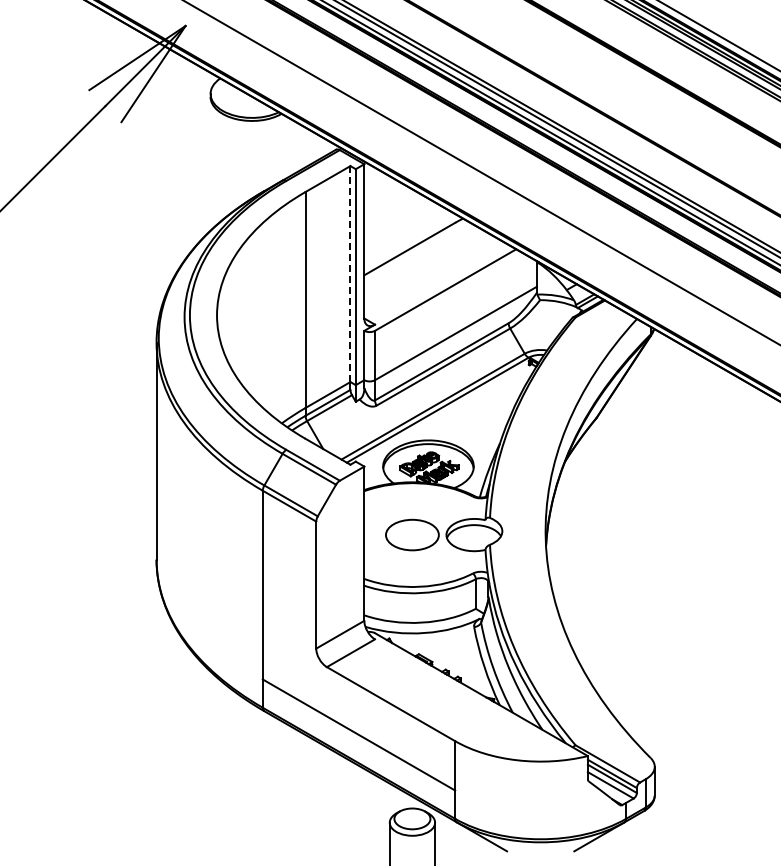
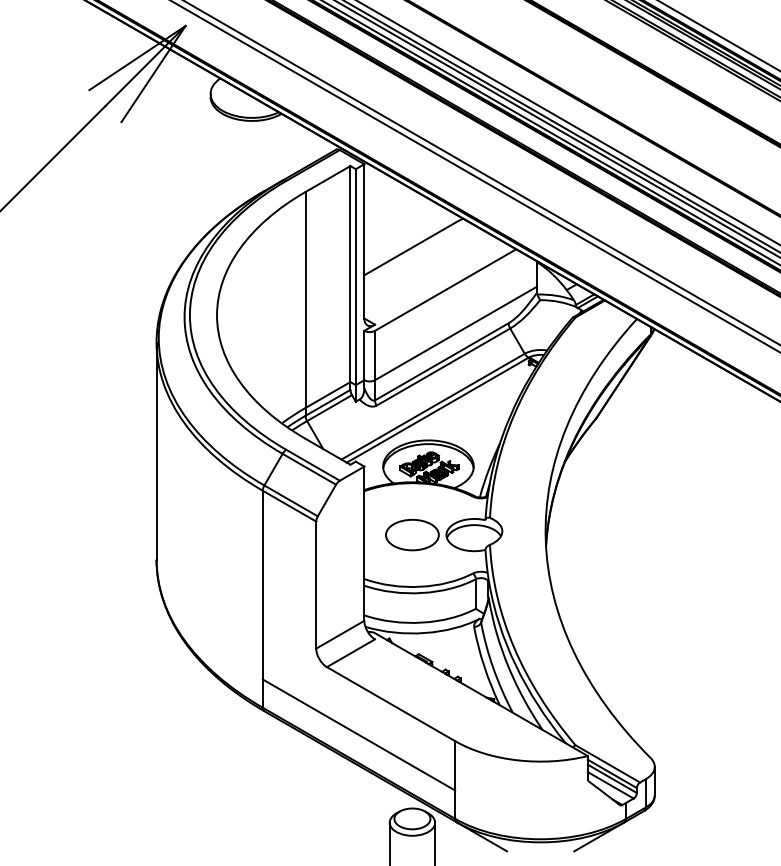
line at (568, 122): none -> present
line at (475, 176): none -> present
line at (350, 274): dashed -> solid
